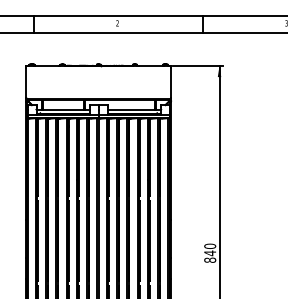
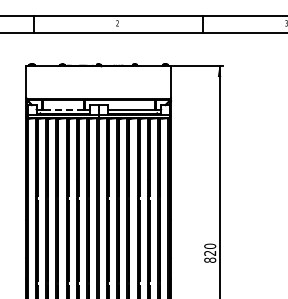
line at (62, 109): solid -> dashed
text at (210, 253): 840 -> 820
